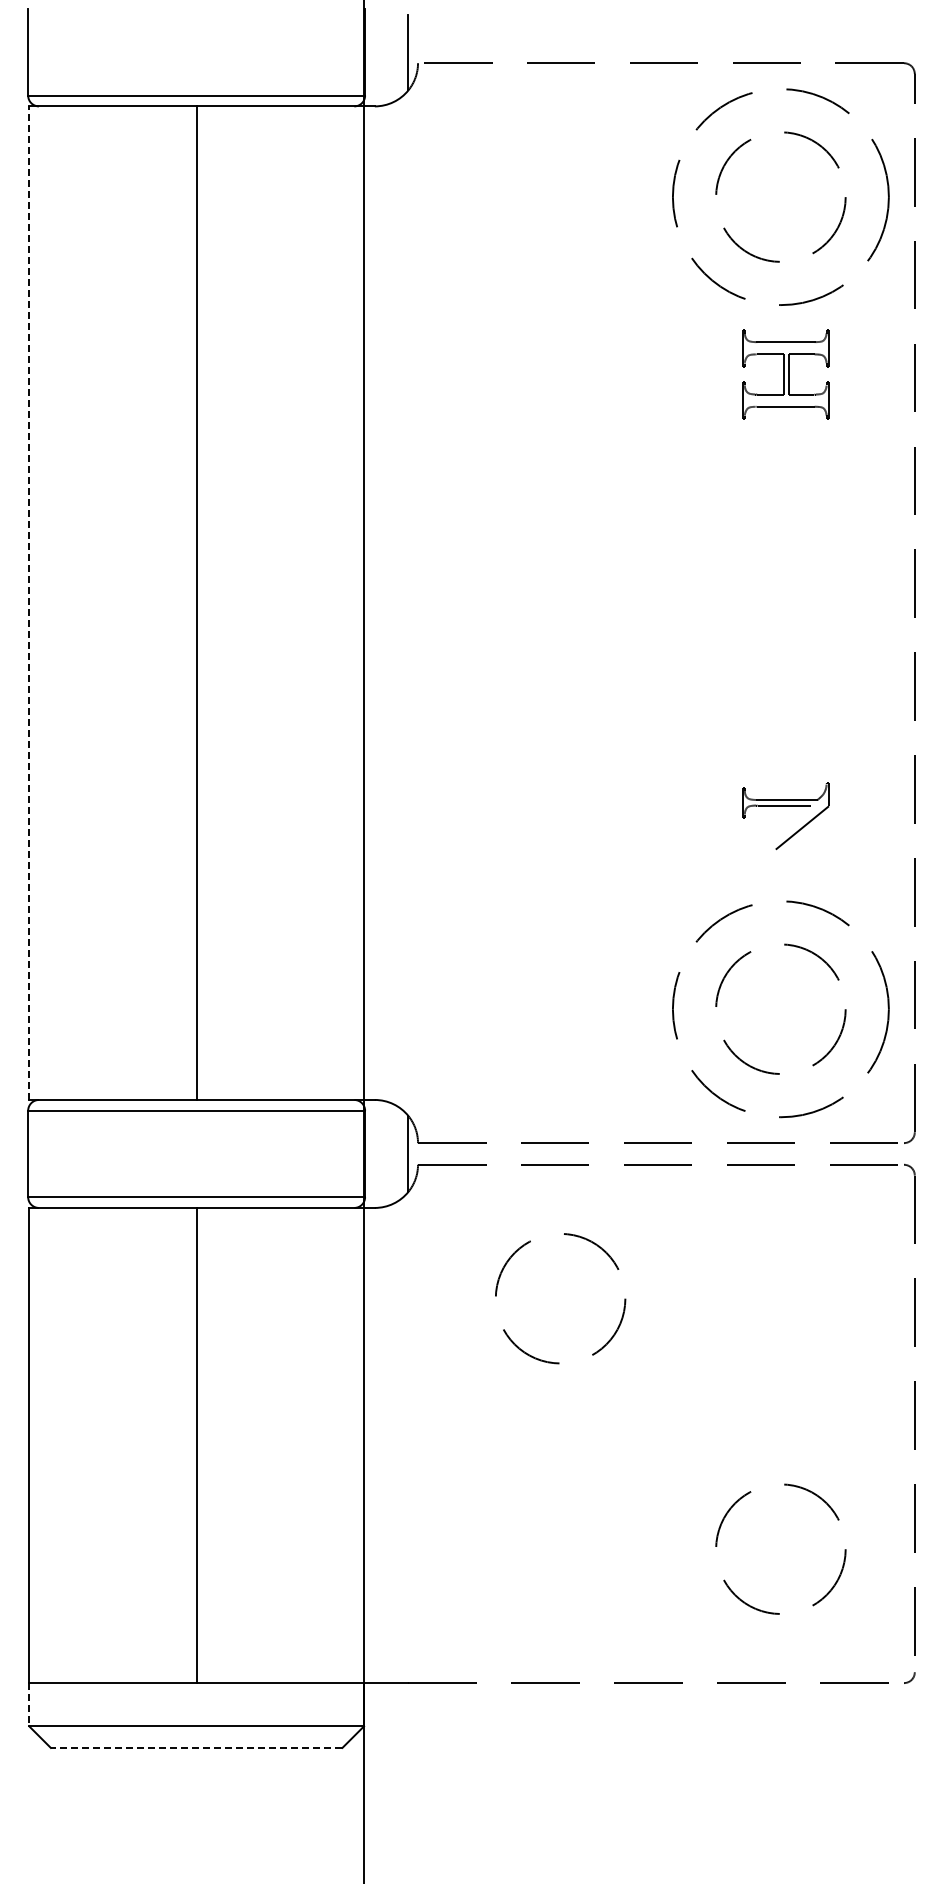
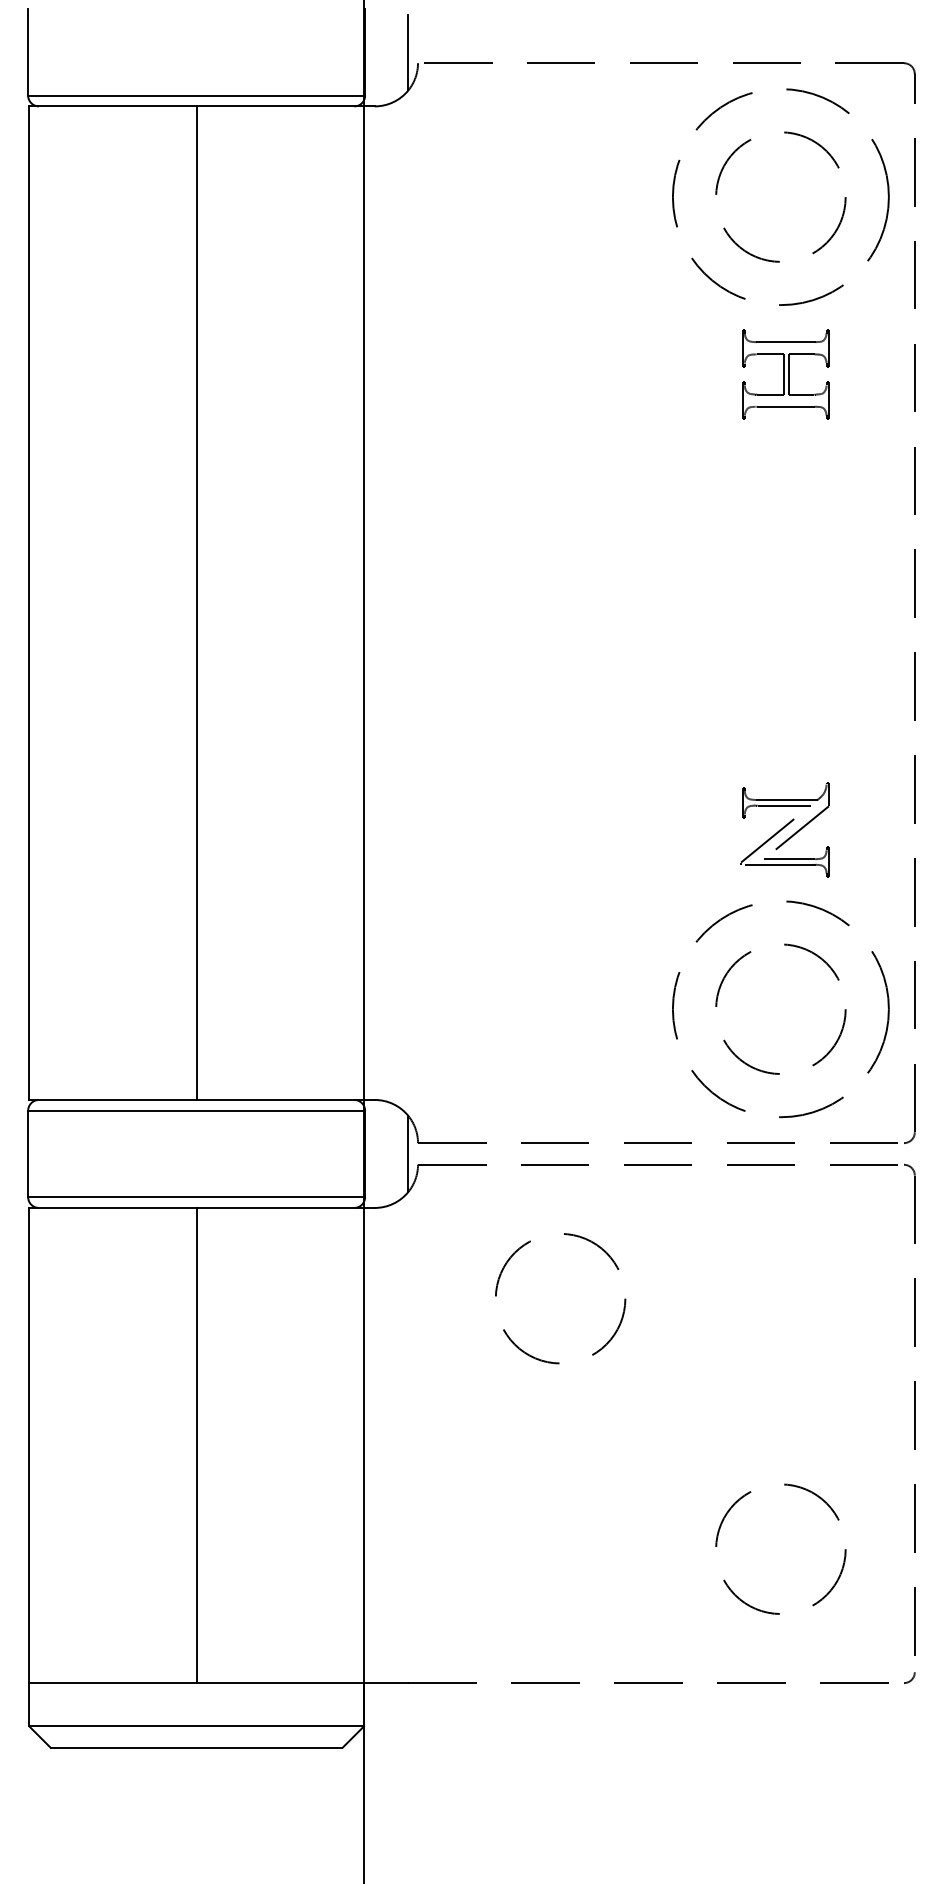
line at (29, 603): dashed -> solid
part at (784, 858): none -> present
line at (29, 1704): dashed -> solid
line at (196, 1747): dashed -> solid
